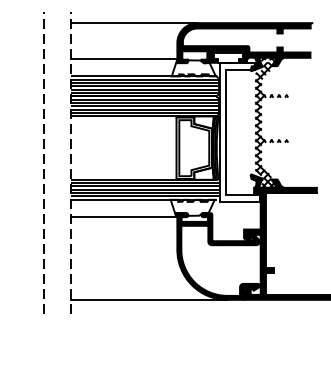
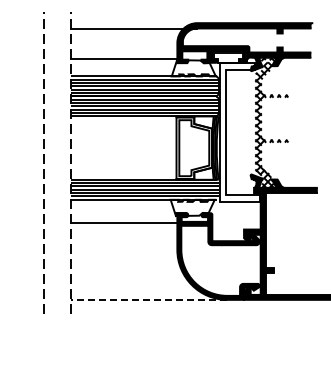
line at (133, 23) position: (133, 23) -> (133, 29)
line at (124, 216) position: (124, 216) -> (124, 222)
line at (148, 299): solid -> dashed
